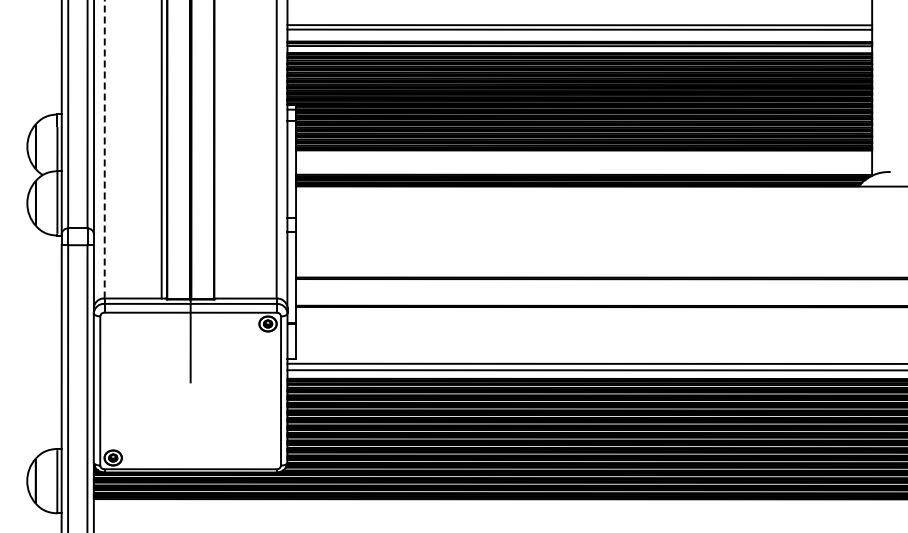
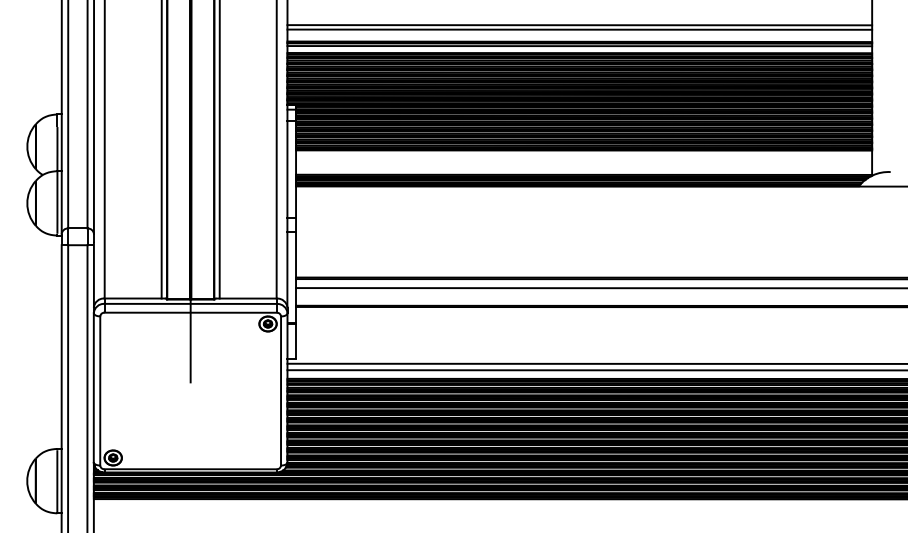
line at (104, 149): dashed -> solid
line at (219, 150): none -> present
line at (600, 288): none -> present
